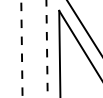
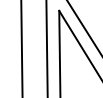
line at (47, 48): dashed -> solid
line at (21, 49): dashed -> solid
